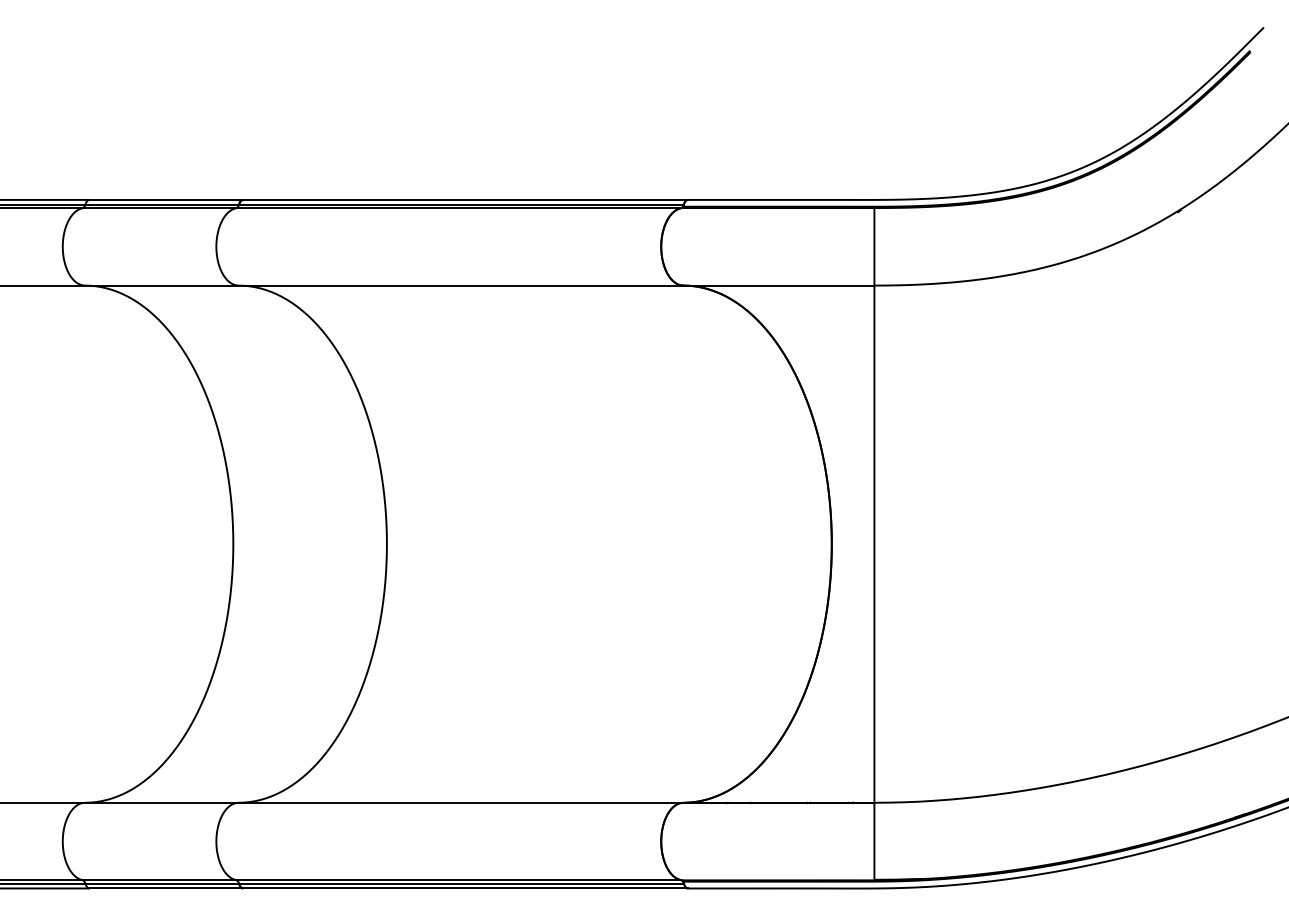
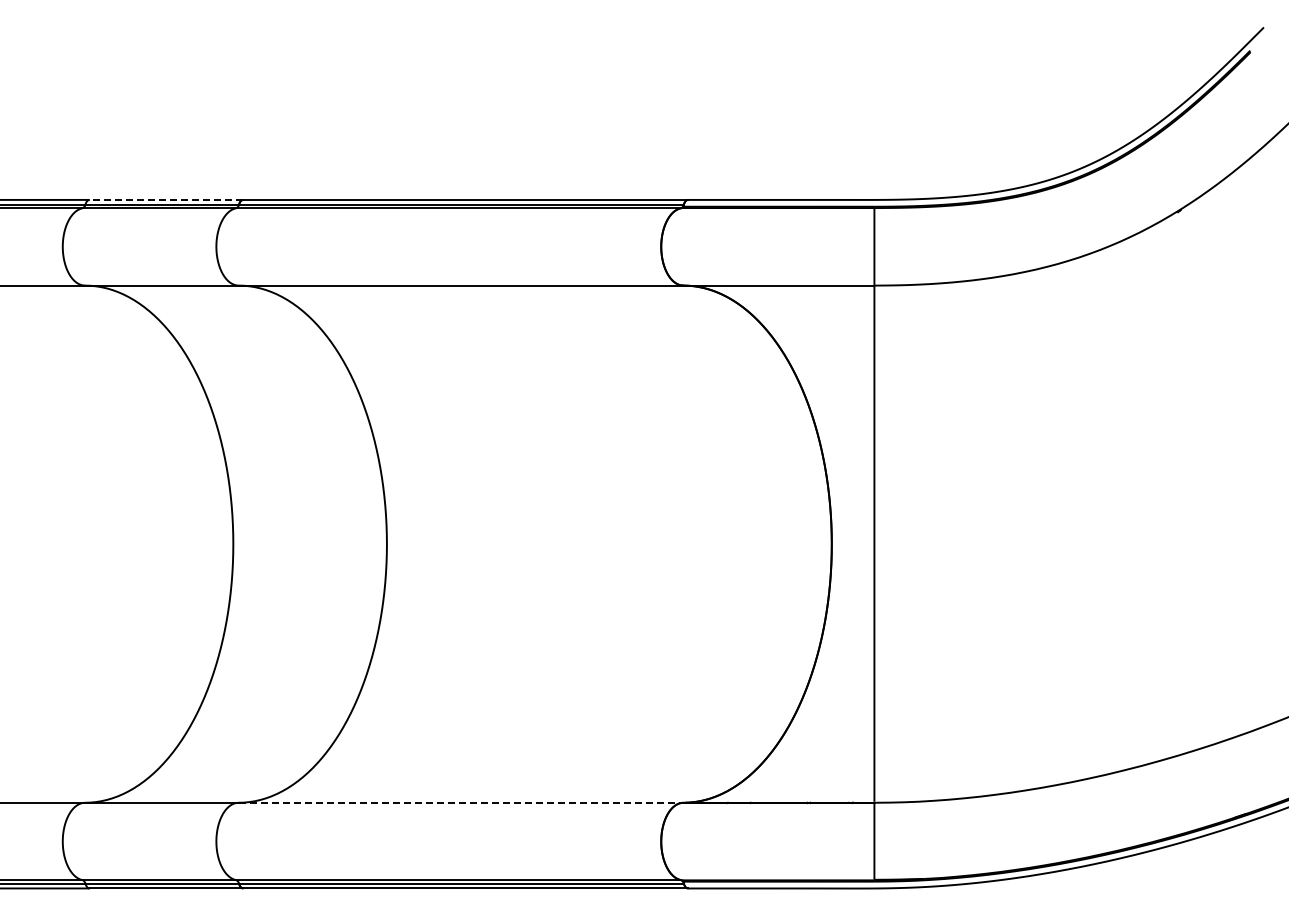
line at (166, 199): solid -> dashed
line at (461, 802): solid -> dashed
